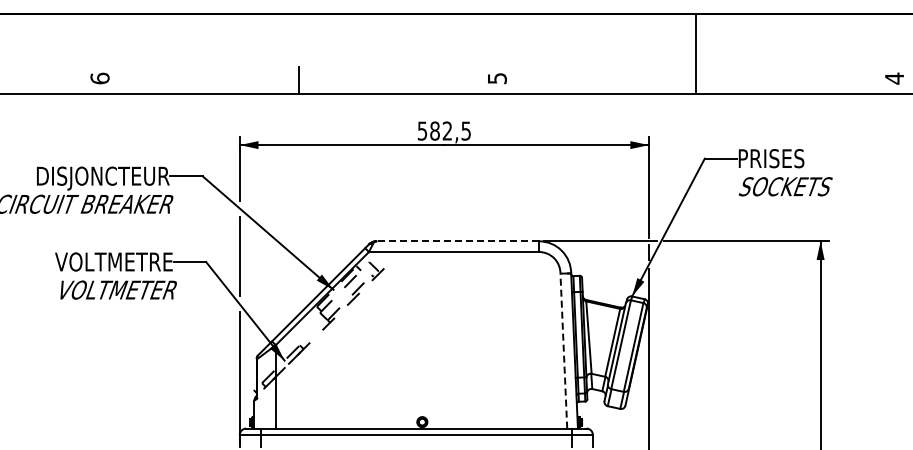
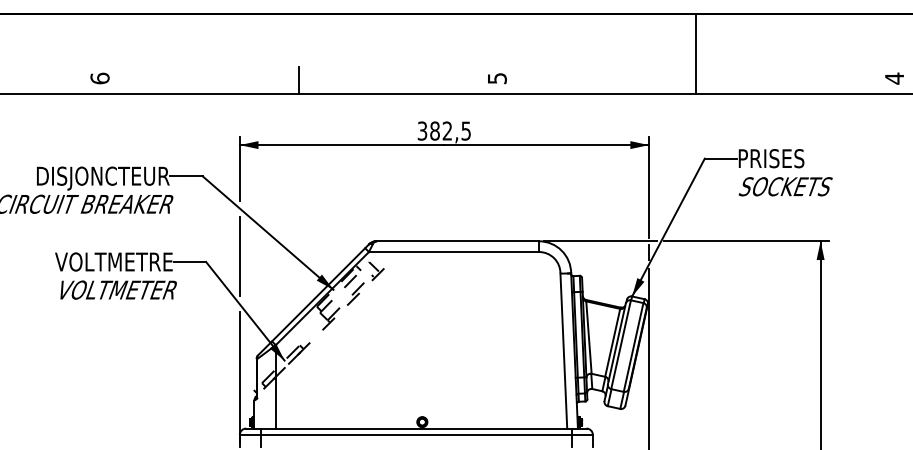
text at (422, 130): 582,5 -> 382,5
line at (457, 241): dashed -> solid
line at (563, 351): dashed -> solid
